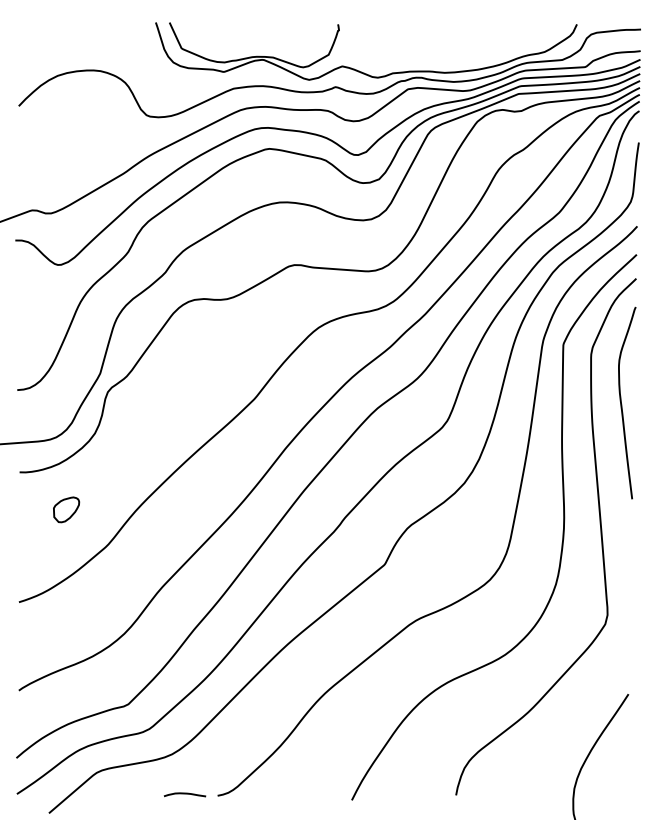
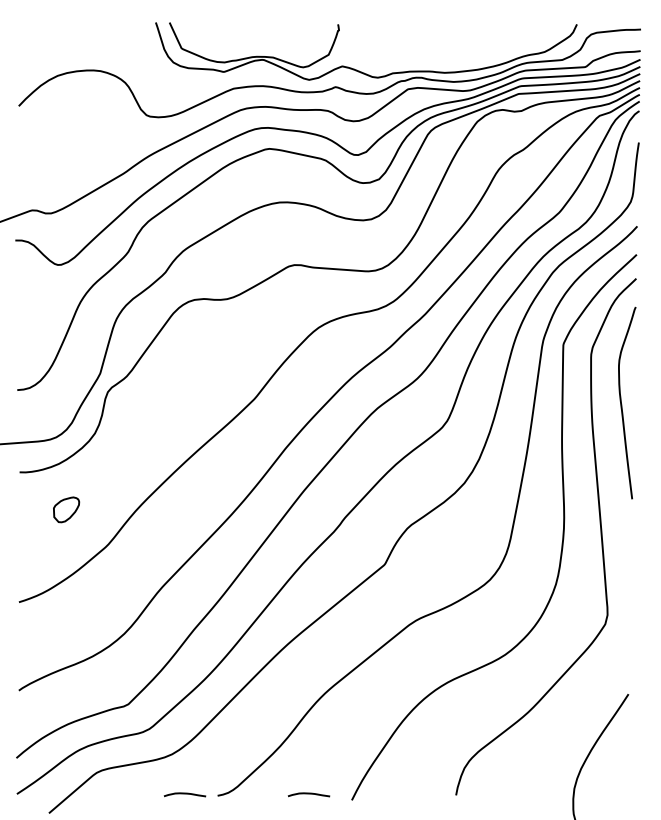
curve at (308, 794): none -> present
